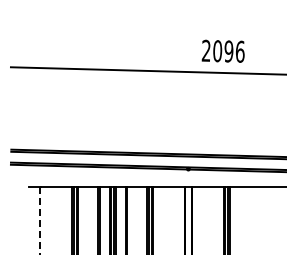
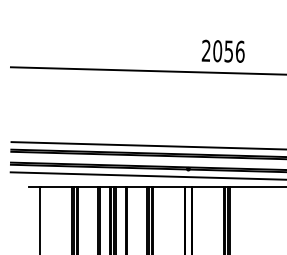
text at (228, 51): 2096 -> 2056
line at (147, 145): none -> present
line at (146, 175): none -> present
line at (40, 220): dashed -> solid
